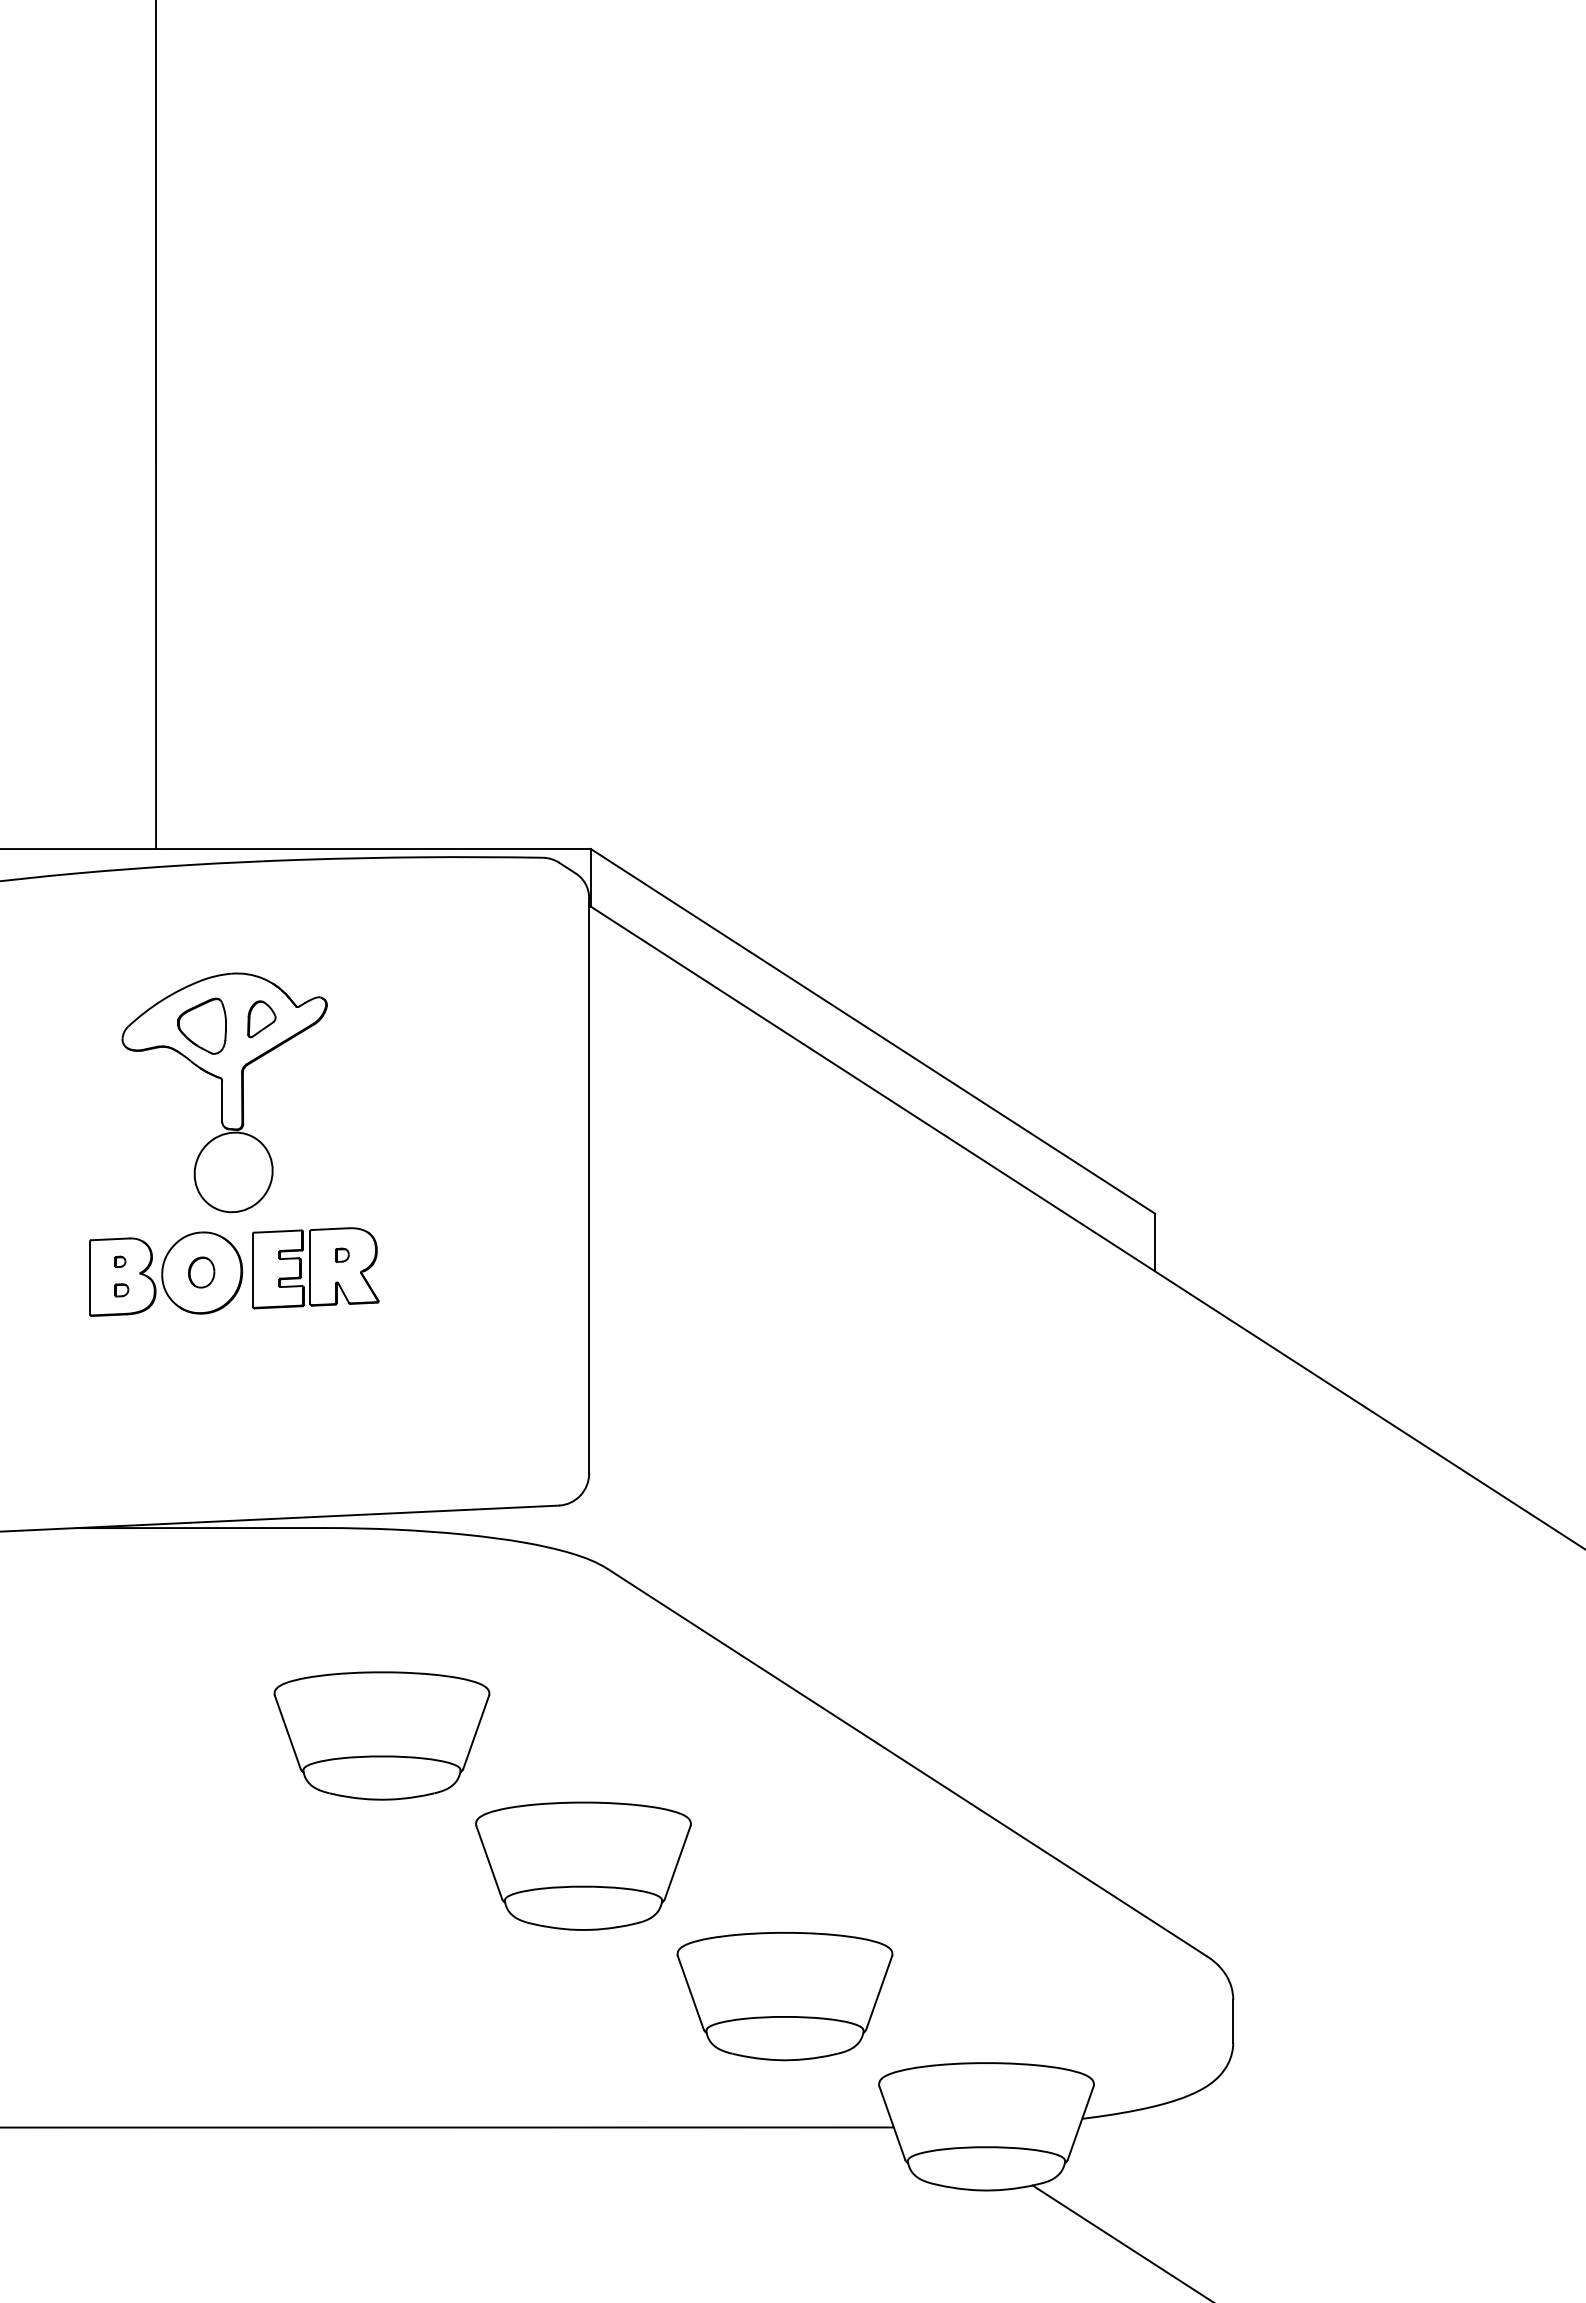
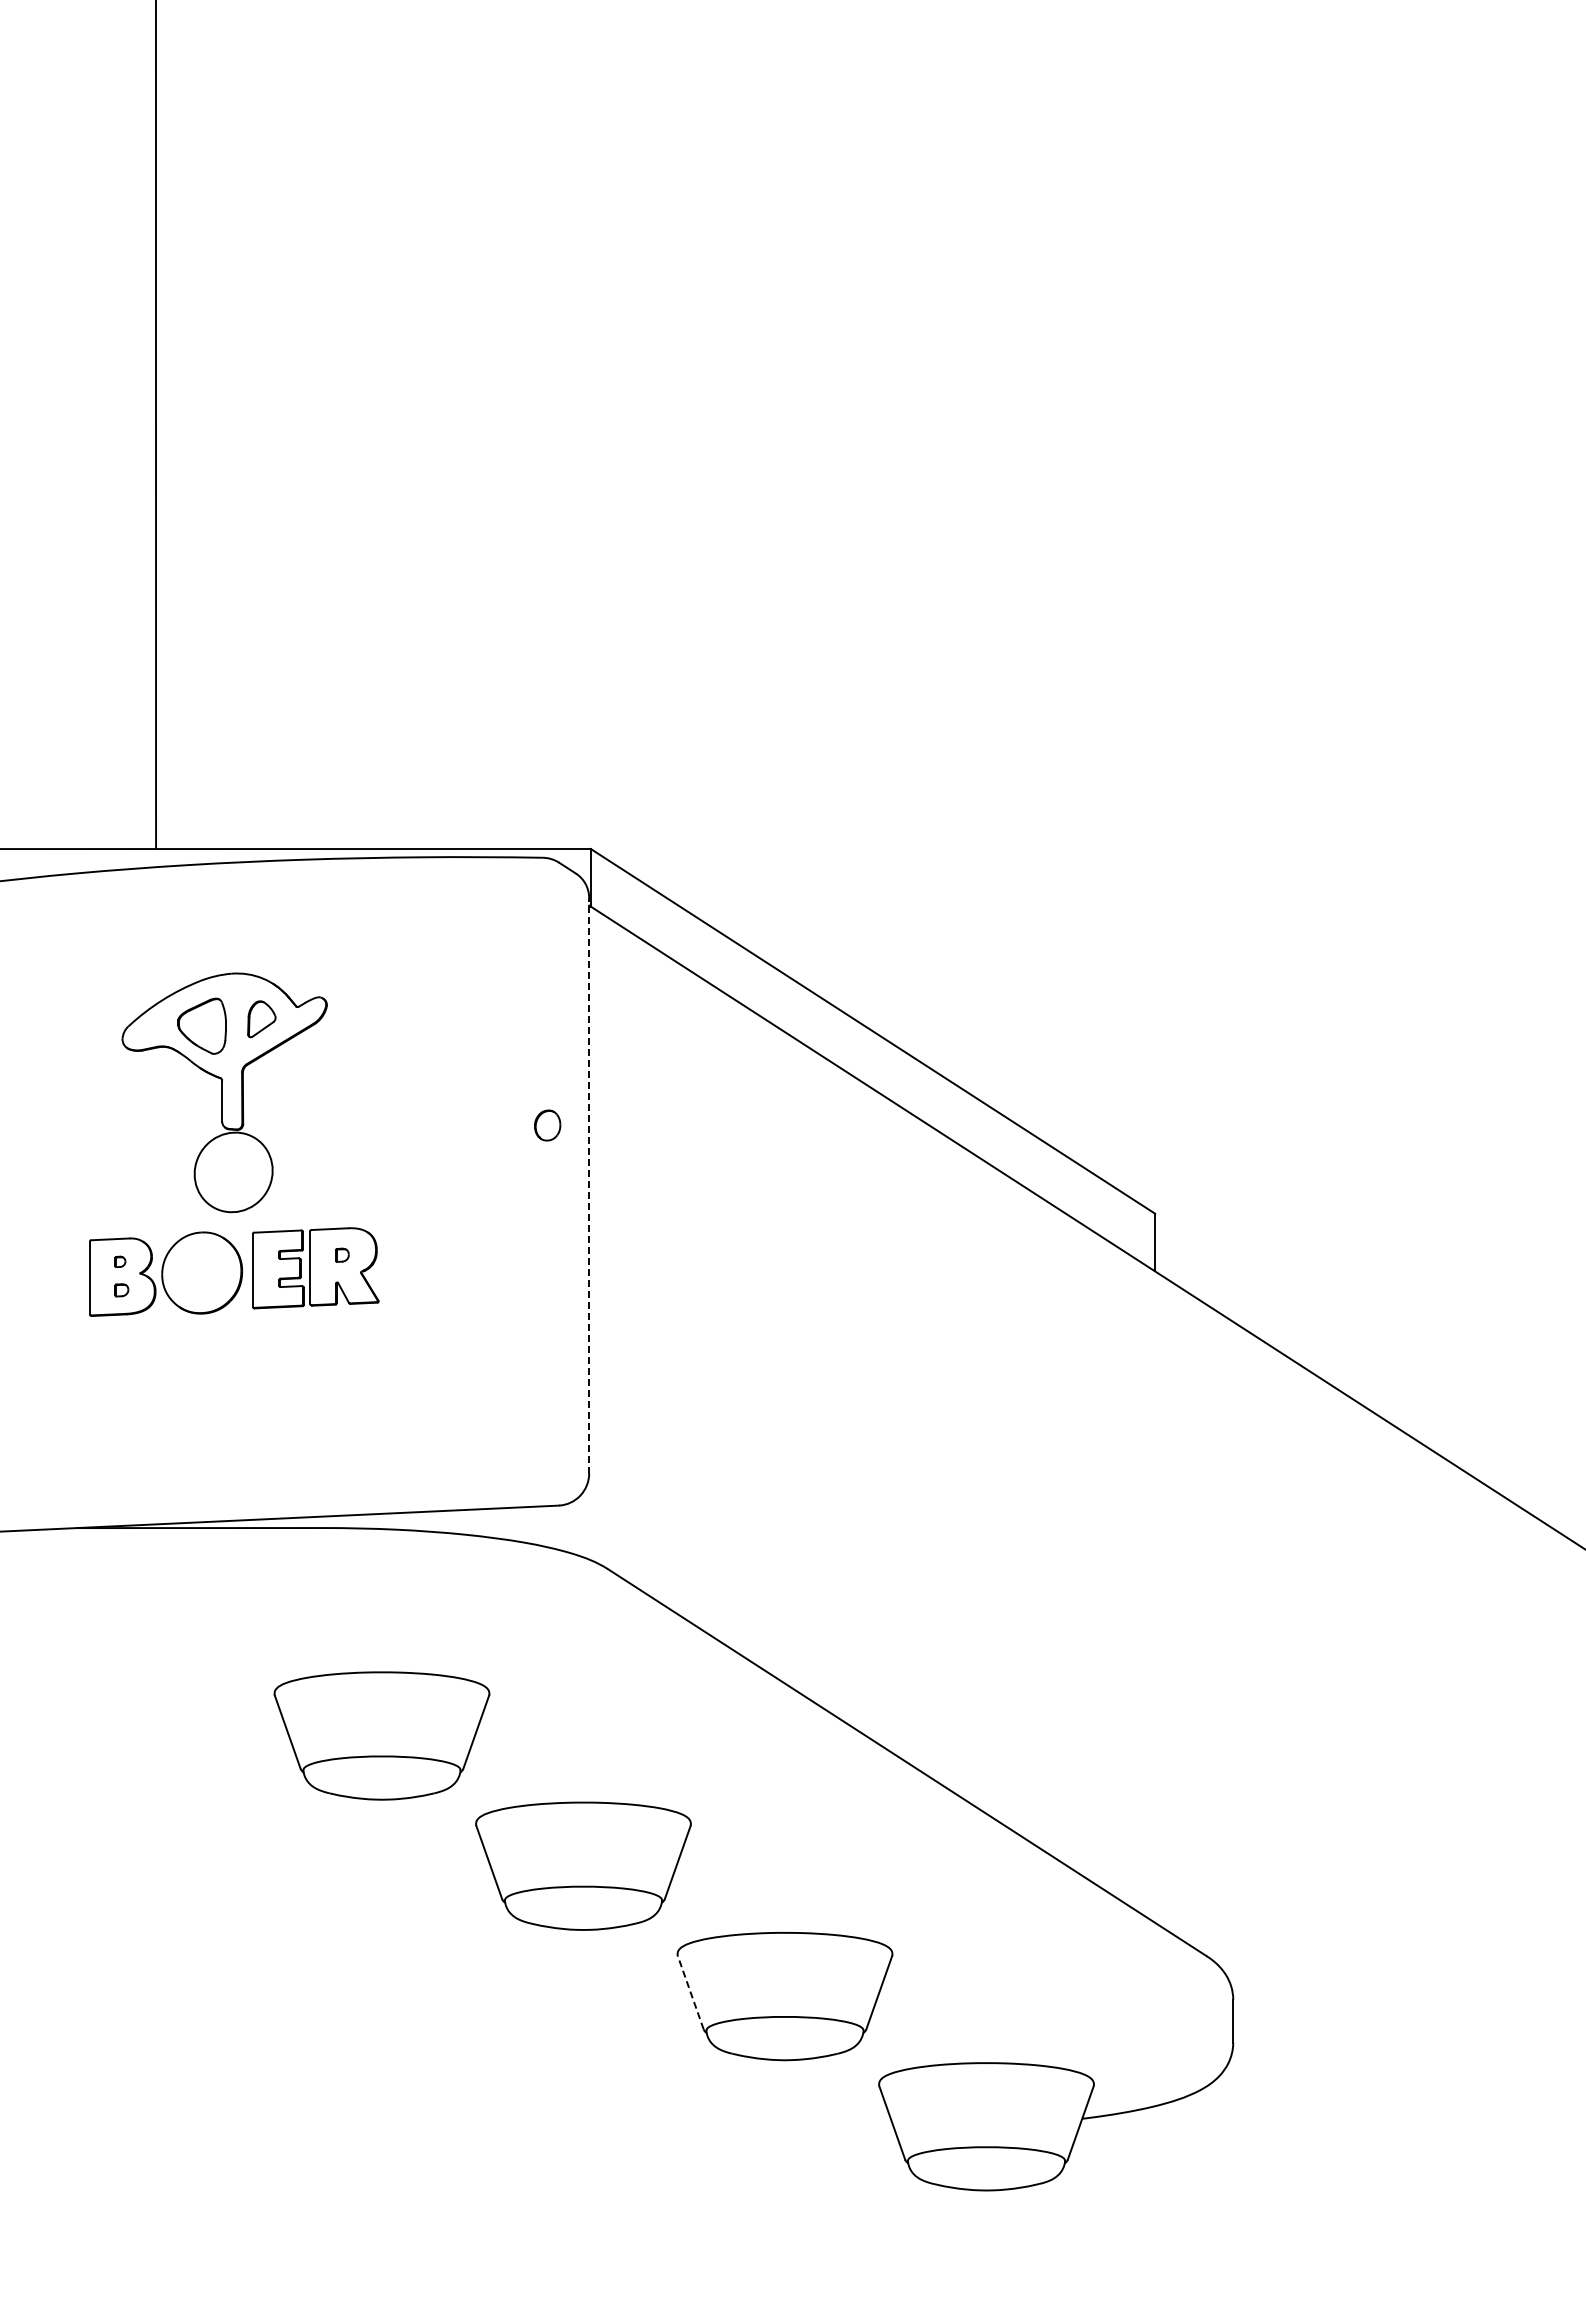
line at (589, 1186): solid -> dashed
part at (201, 1272) position: (201, 1272) -> (547, 1125)
line at (690, 1992): solid -> dashed
line at (447, 2127): present -> none
line at (1120, 2242): present -> none
